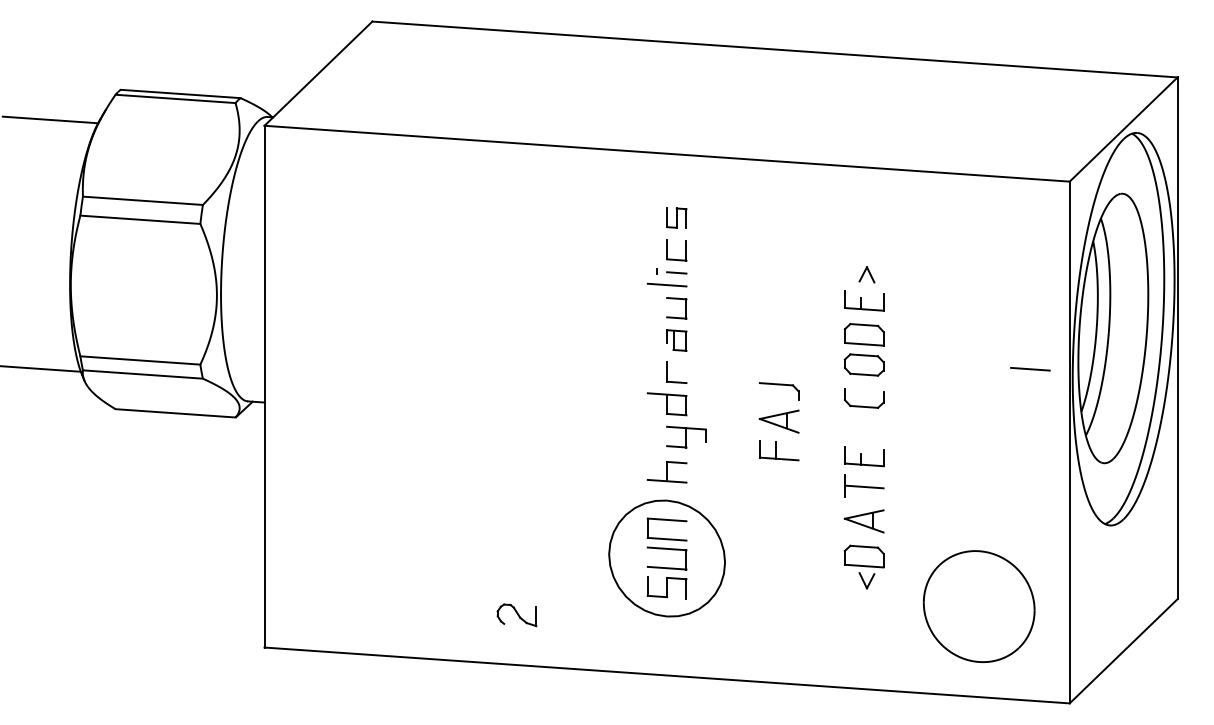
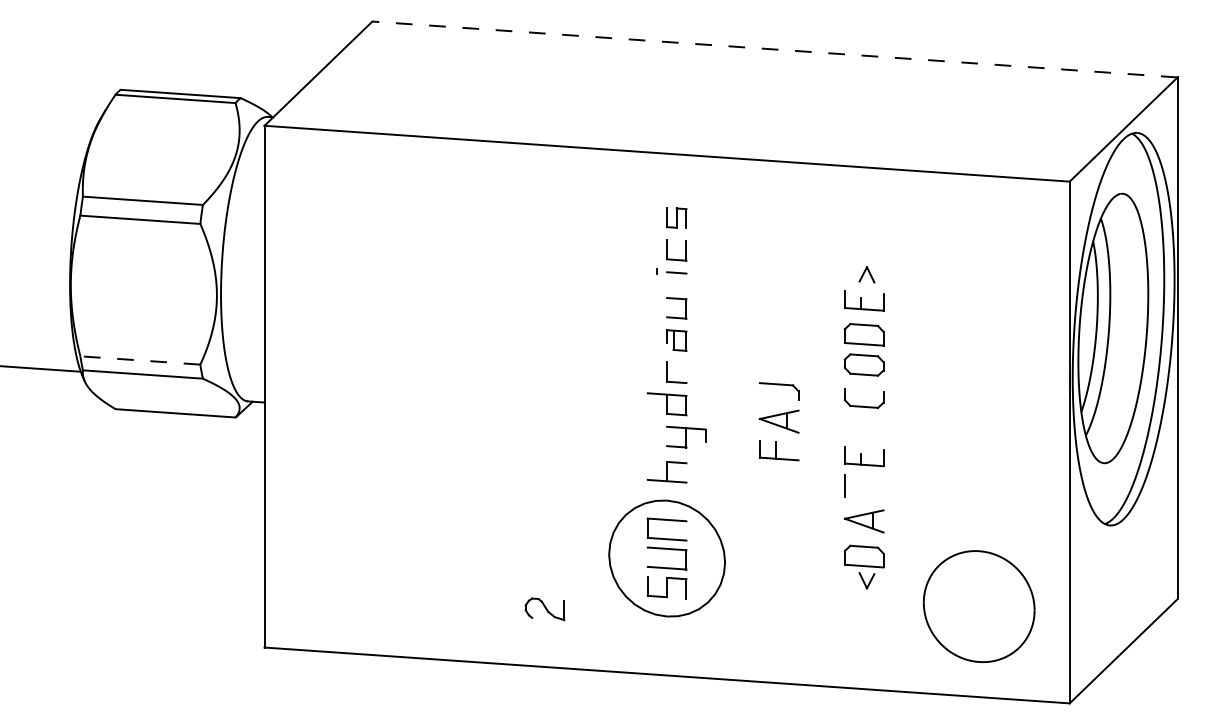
line at (774, 49): solid -> dashed
line at (50, 119): present -> none
line at (666, 284): present -> none
line at (139, 360): solid -> dashed
line at (1030, 368): present -> none
line at (863, 486): present -> none
part at (516, 615) position: (516, 615) -> (544, 609)
